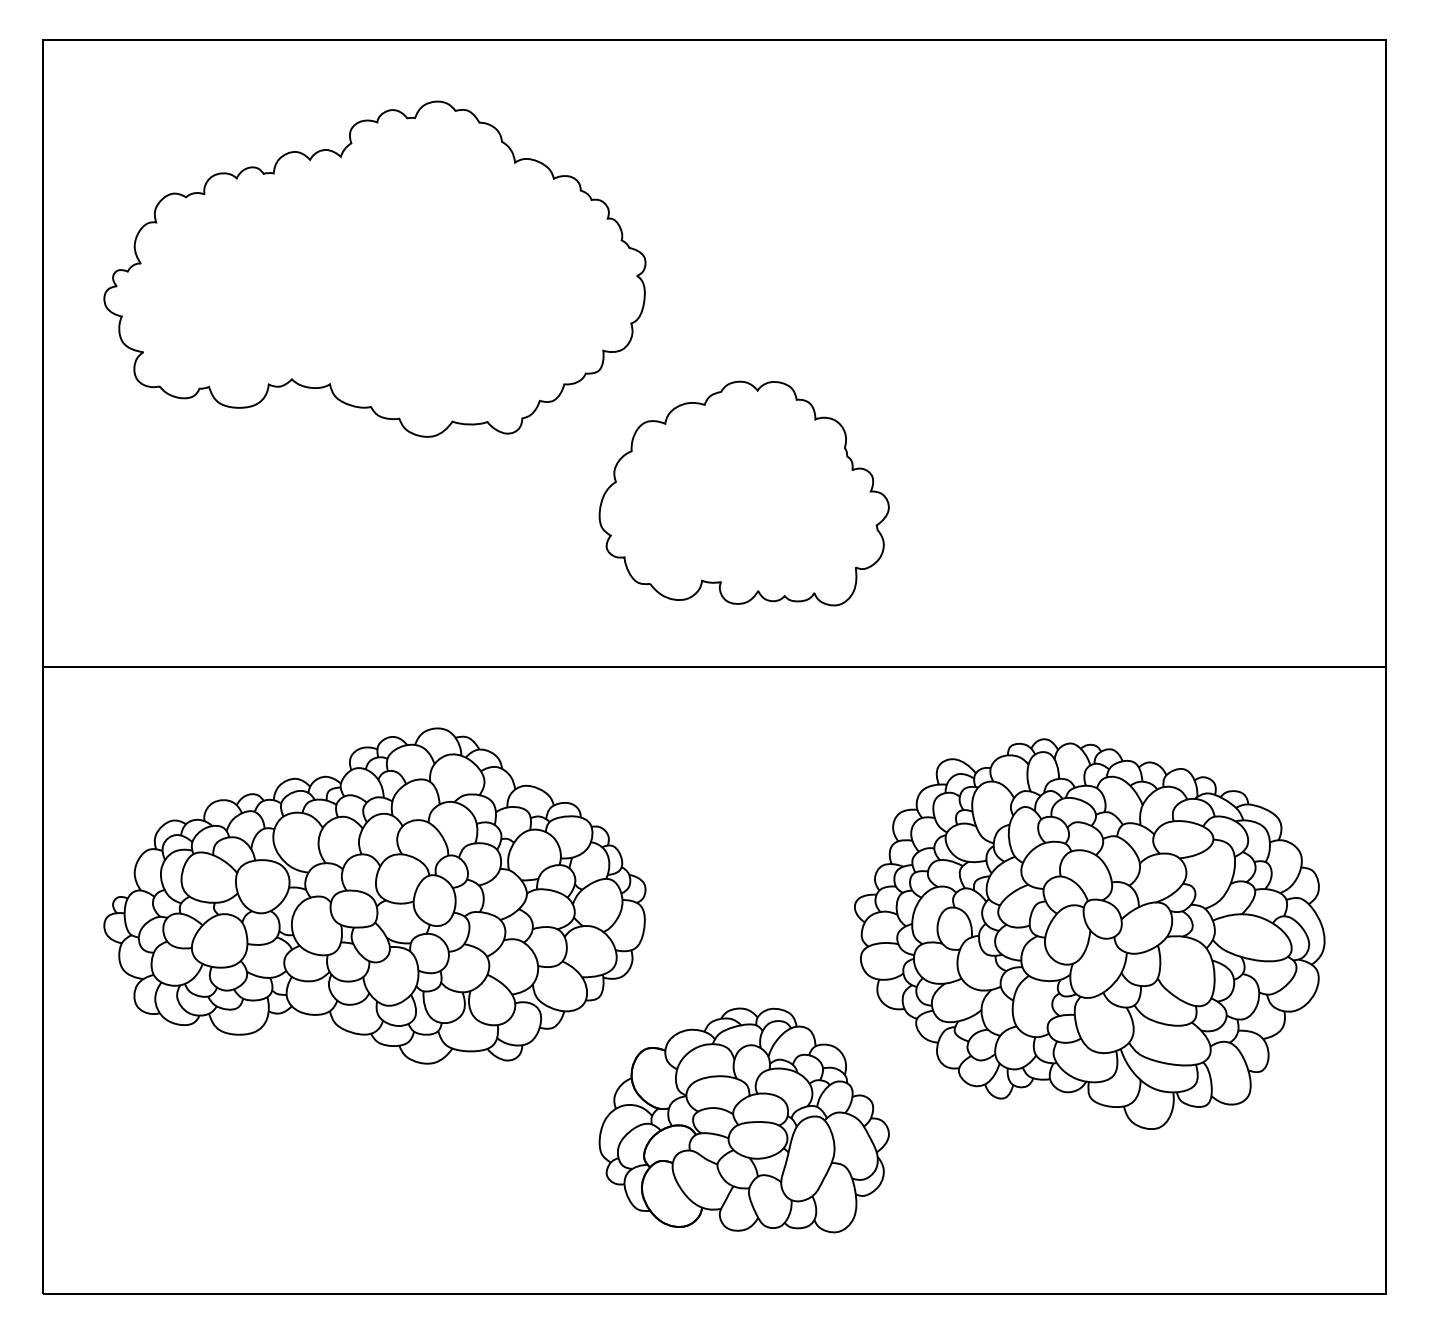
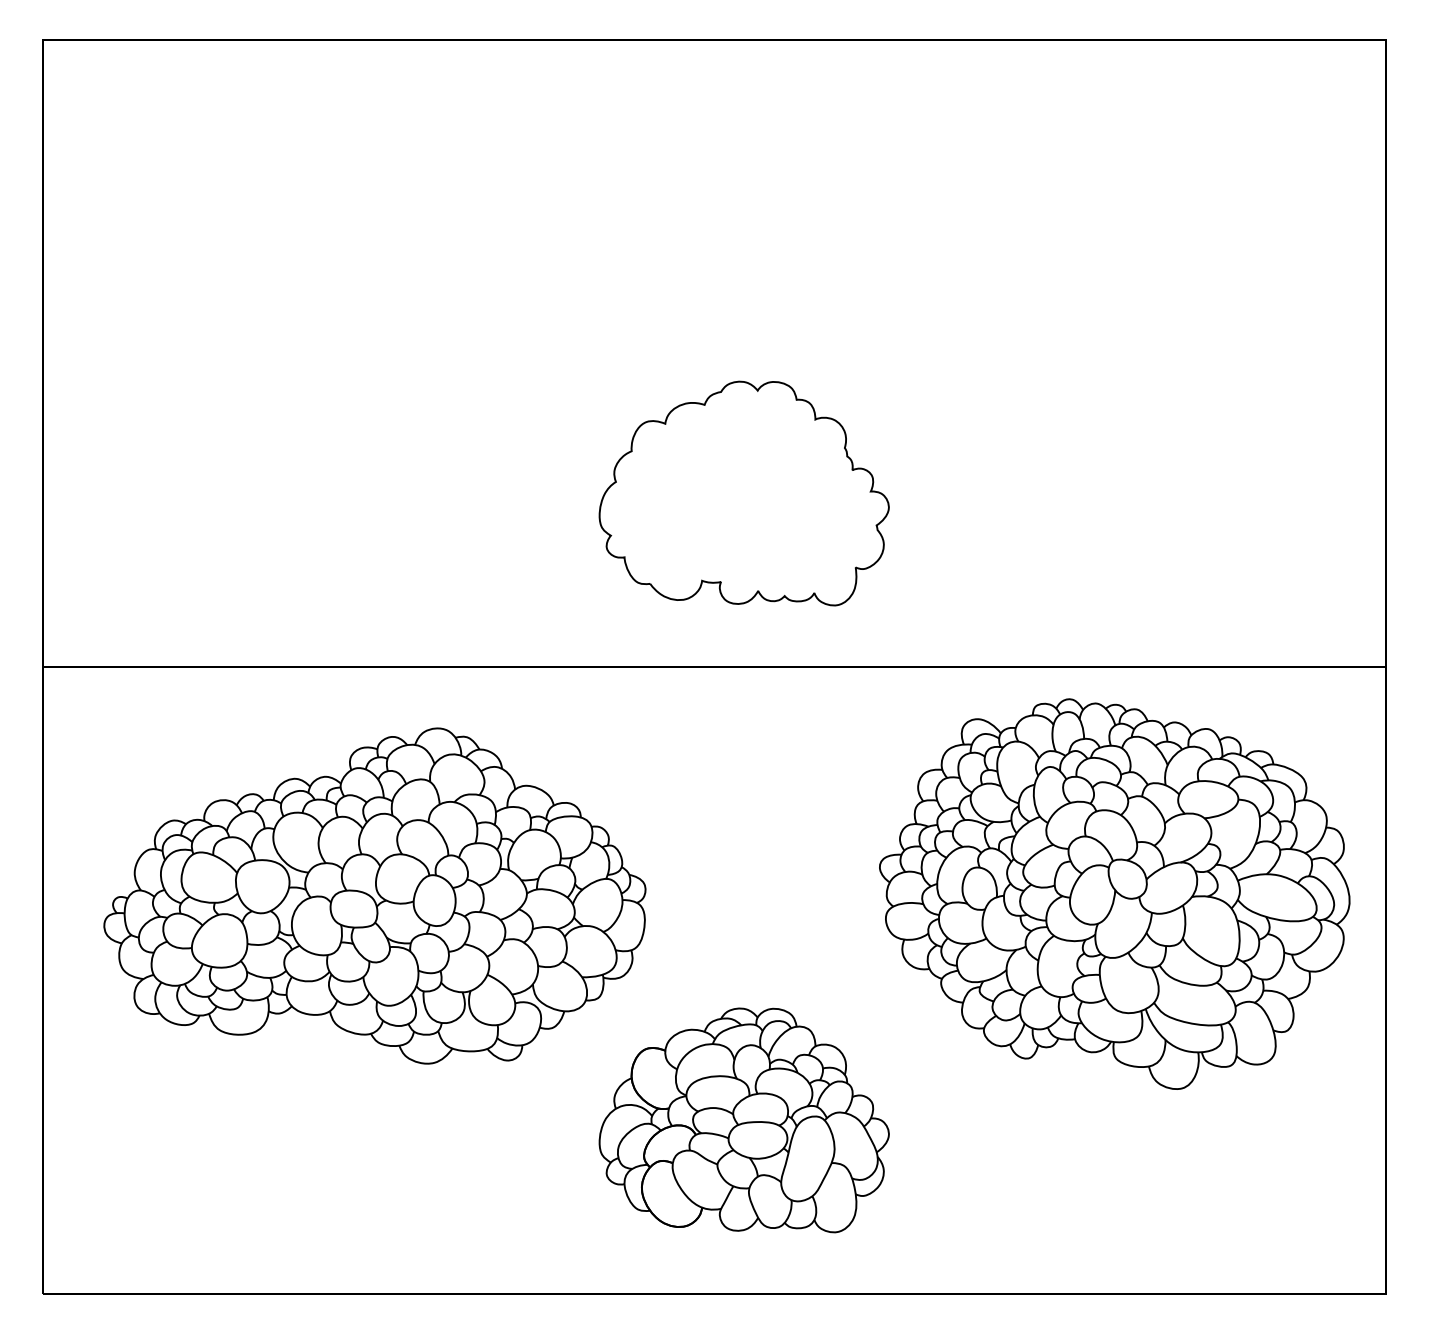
part at (374, 268): present -> none
part at (1089, 933) position: (1089, 933) -> (1114, 893)
